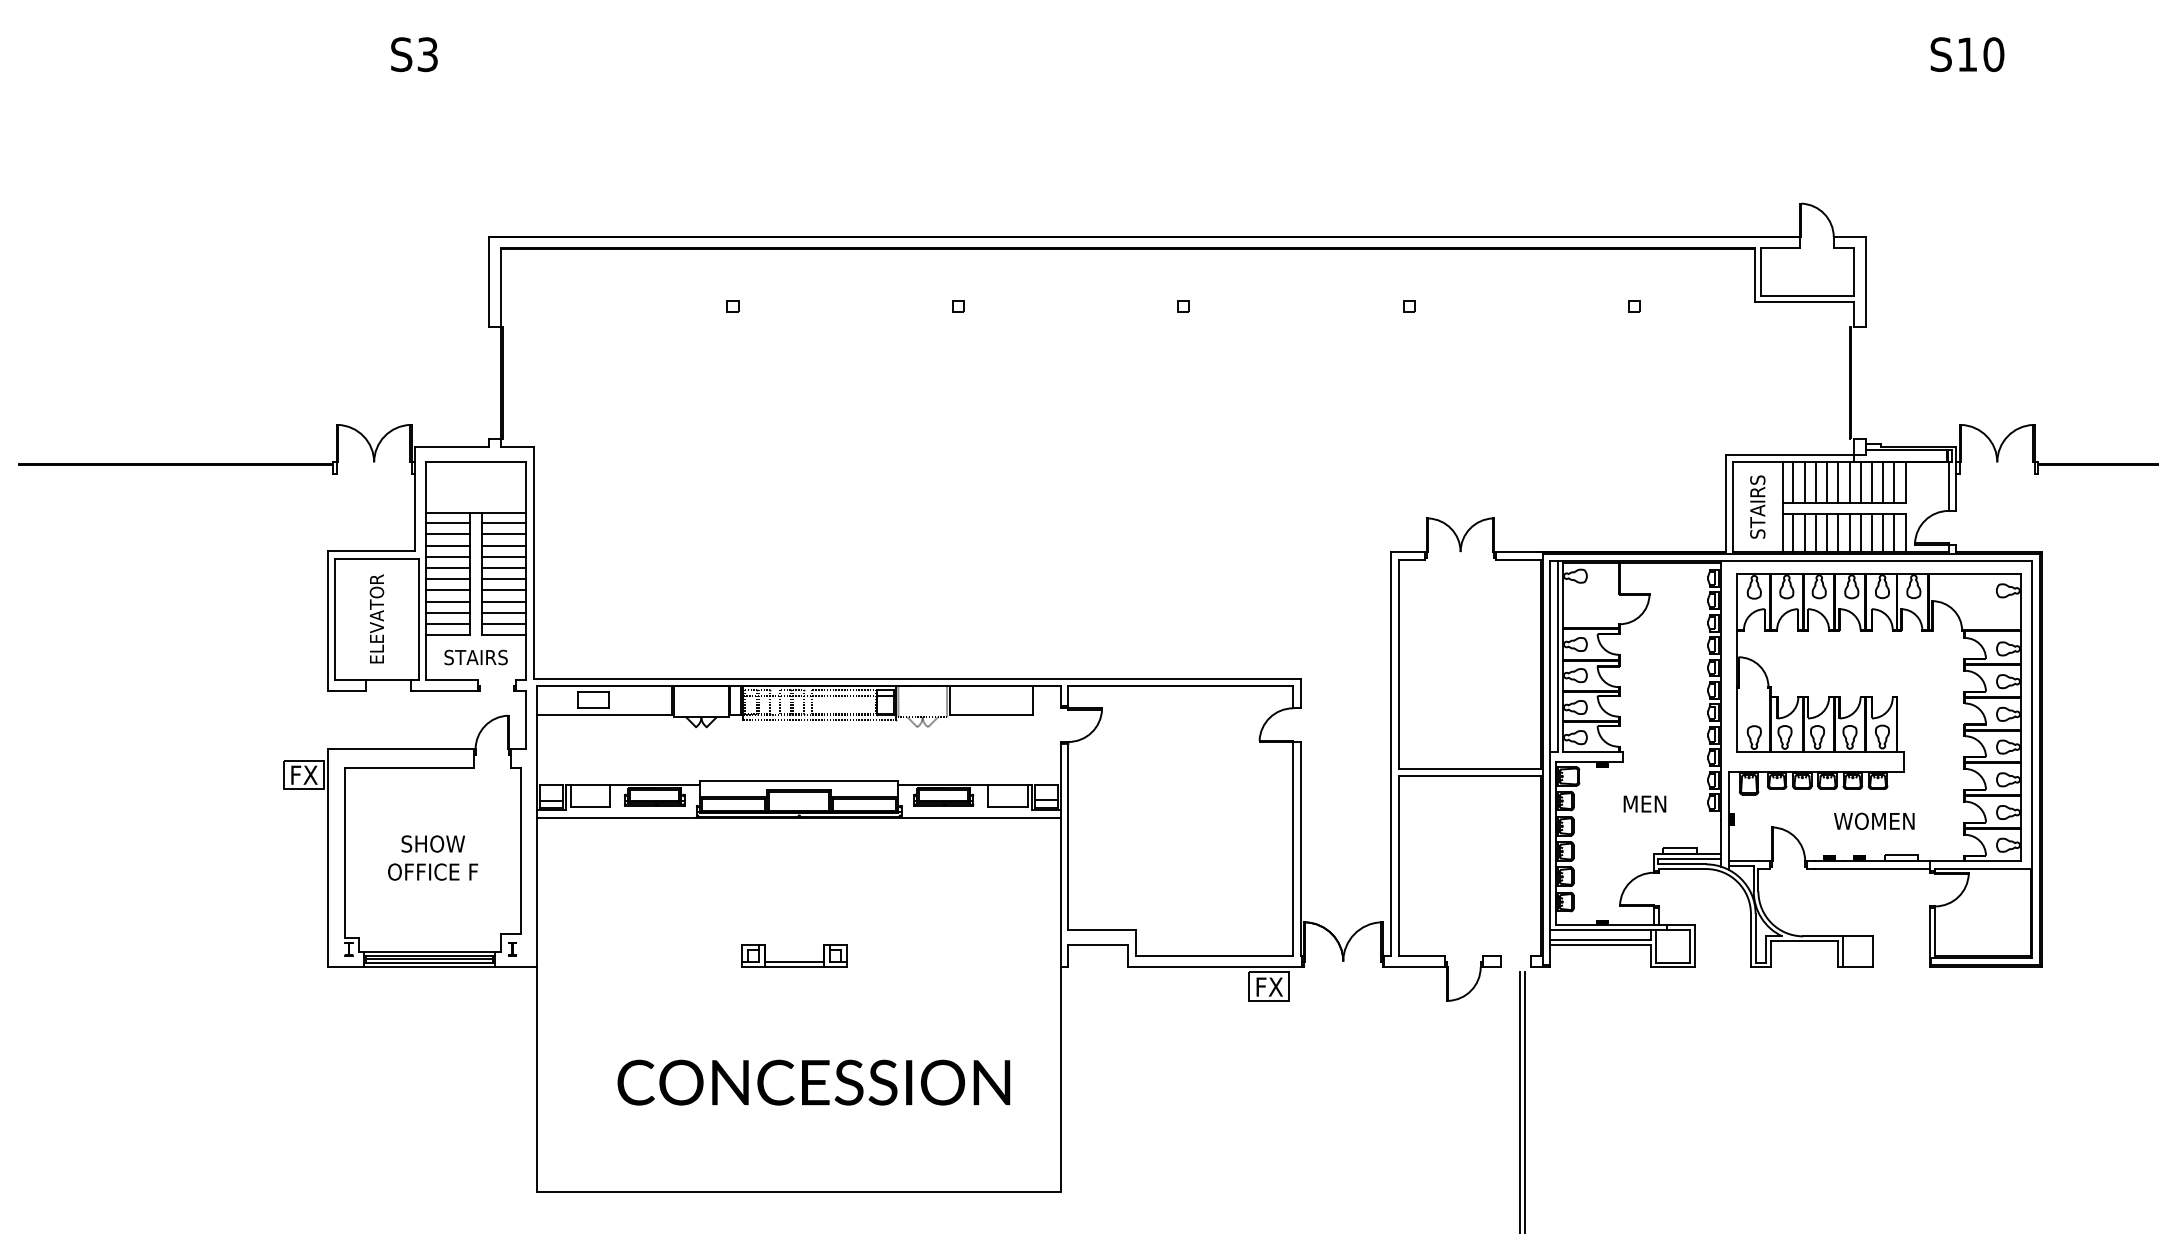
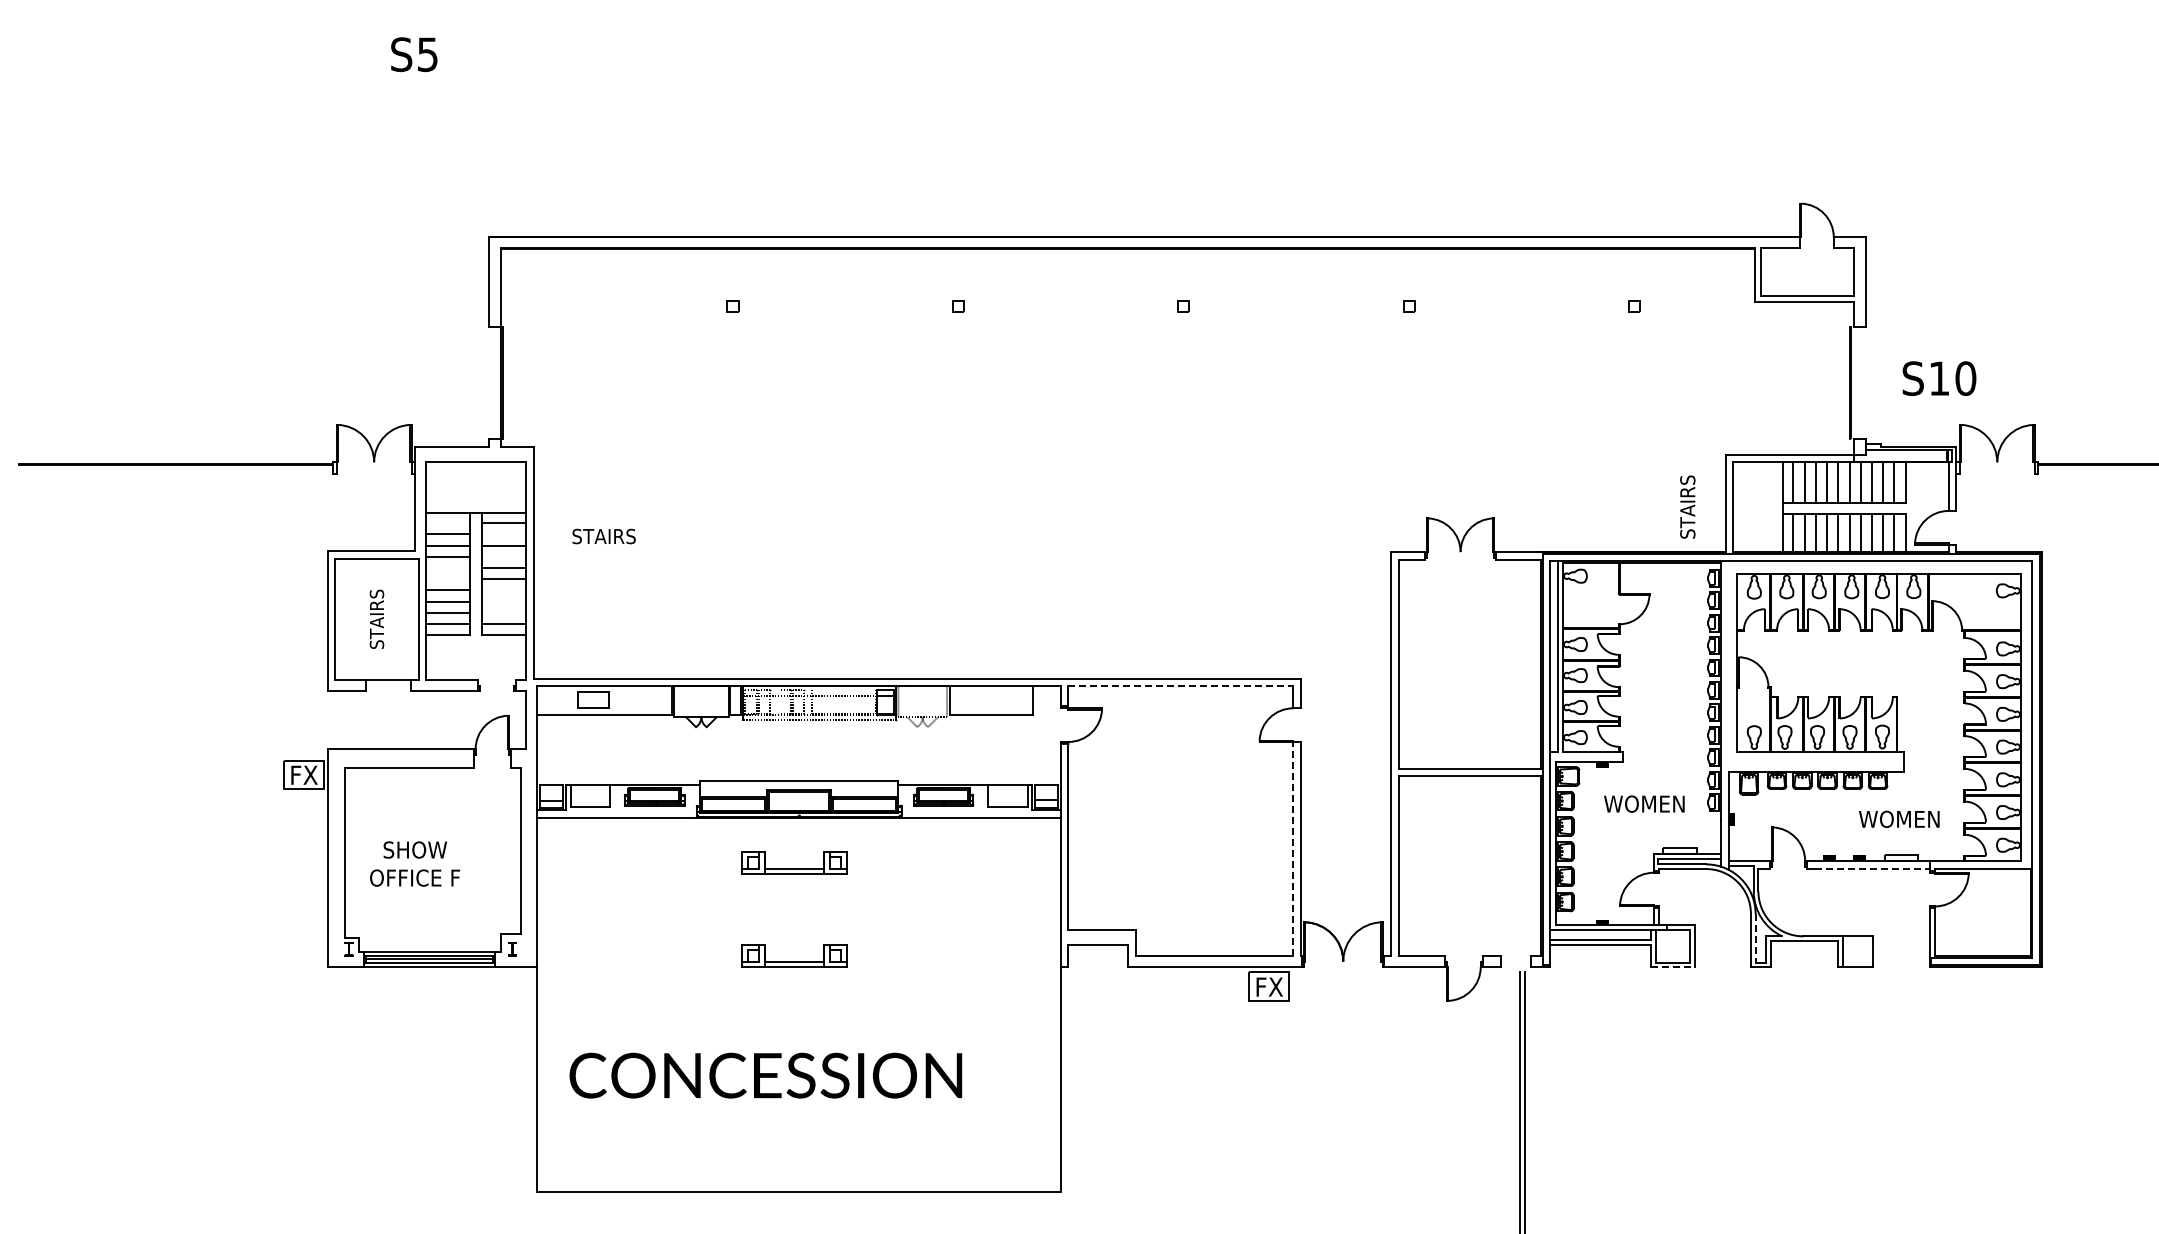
text at (427, 54): S3 -> S5
text at (1967, 54) position: (1967, 54) -> (1939, 378)
text at (1757, 506) position: (1757, 506) -> (1687, 506)
line at (448, 523): present -> none
line at (503, 534): present -> none
line at (503, 556): present -> none
line at (448, 567): present -> none
line at (448, 579): present -> none
line at (503, 590): present -> none
line at (503, 601): present -> none
line at (503, 612): present -> none
text at (376, 618): ELEVATOR -> STAIRS
text at (475, 657) position: (475, 657) -> (603, 536)
line at (1181, 685): solid -> dashed
line at (843, 689): present -> none
line at (779, 701): present -> none
text at (1644, 803): MEN -> WOMEN
text at (1874, 820) position: (1874, 820) -> (1899, 818)
line at (1293, 848): solid -> dashed
text at (433, 857) position: (433, 857) -> (415, 863)
part at (794, 862): none -> present
line at (1872, 869): solid -> dashed
line at (1755, 938): solid -> dashed
line at (1673, 967): solid -> dashed
text at (813, 1082) position: (813, 1082) -> (765, 1075)
